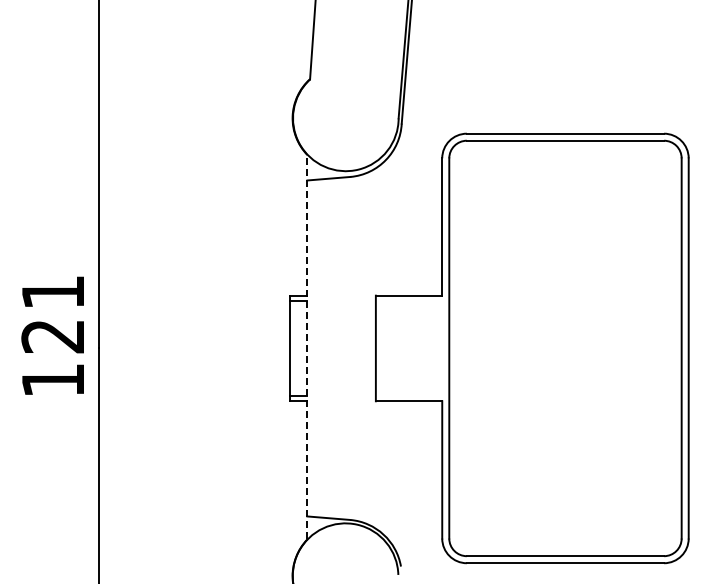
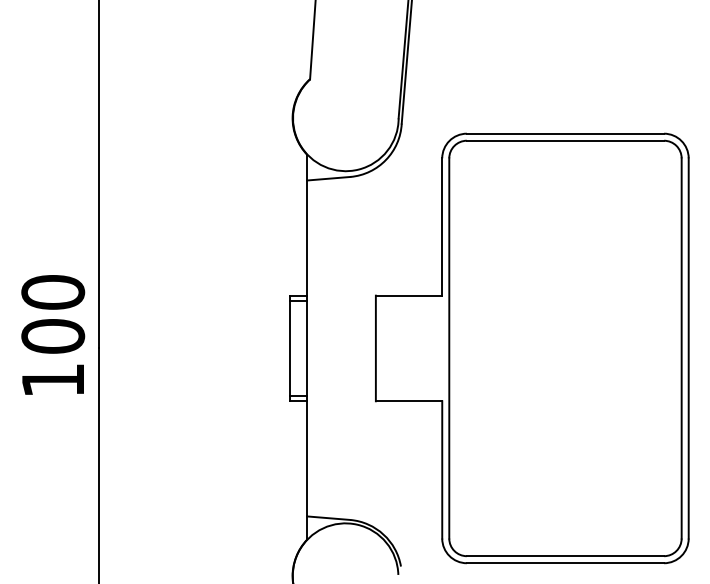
text at (53, 314): 121 -> 100
line at (307, 346): dashed -> solid
